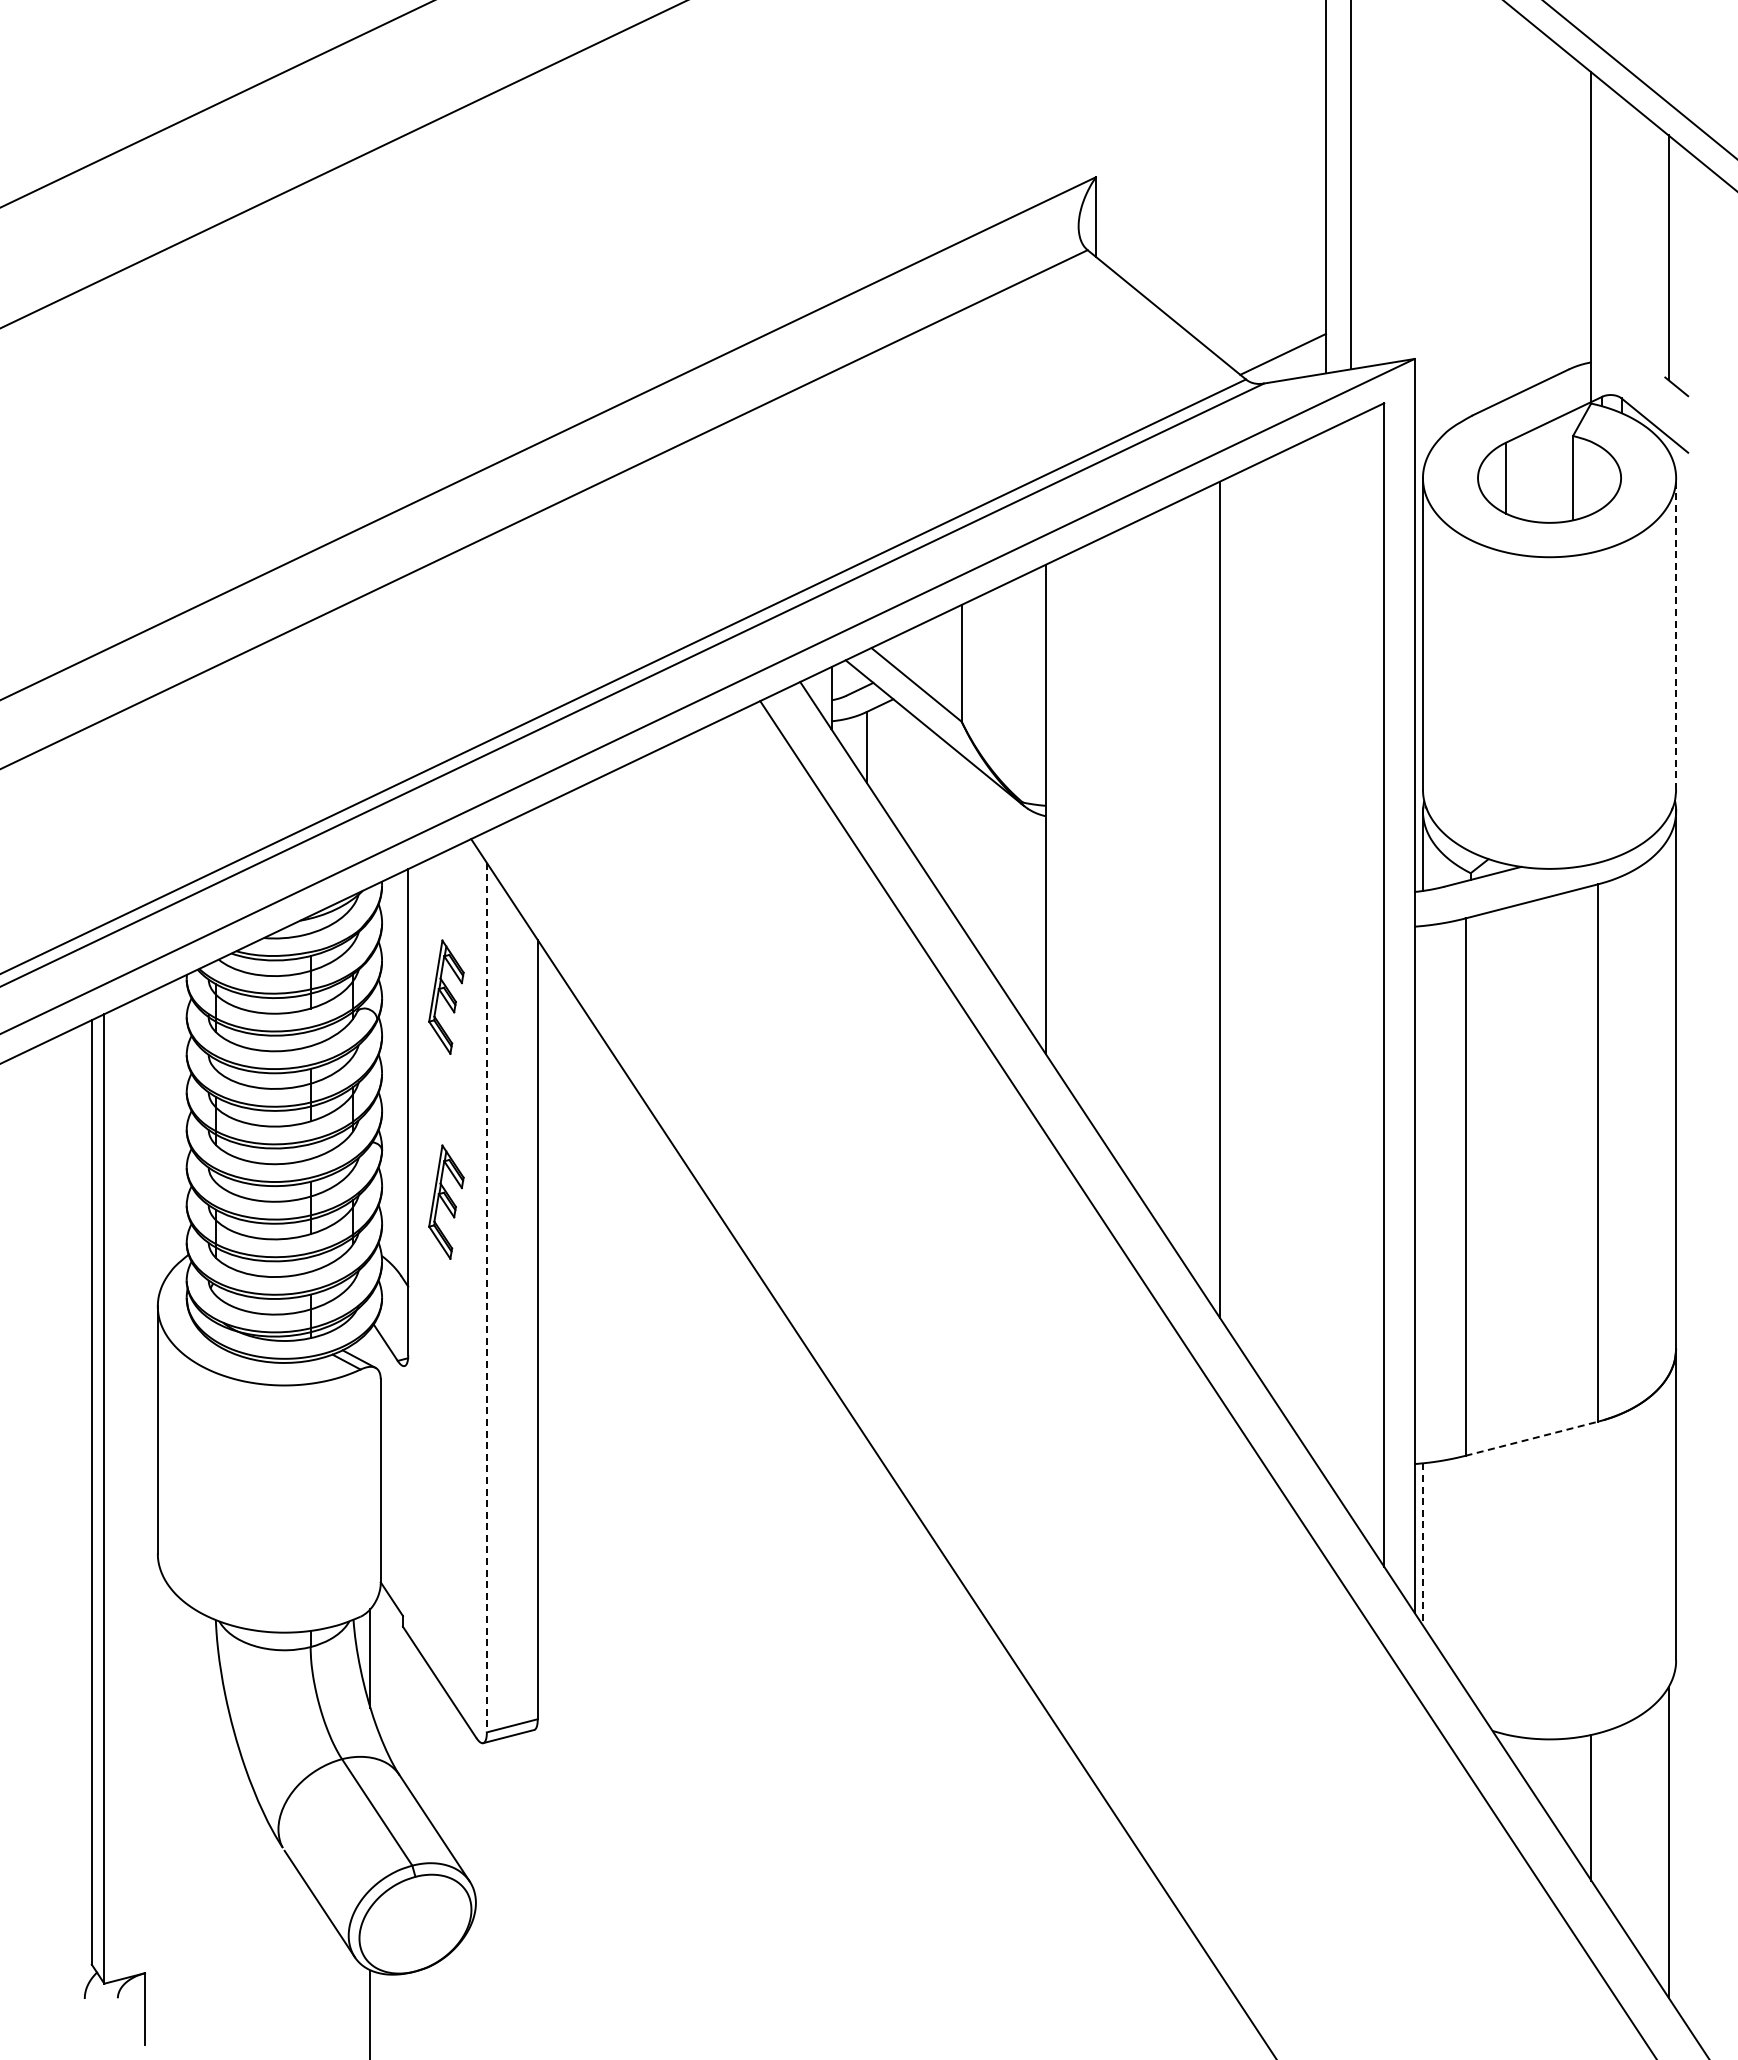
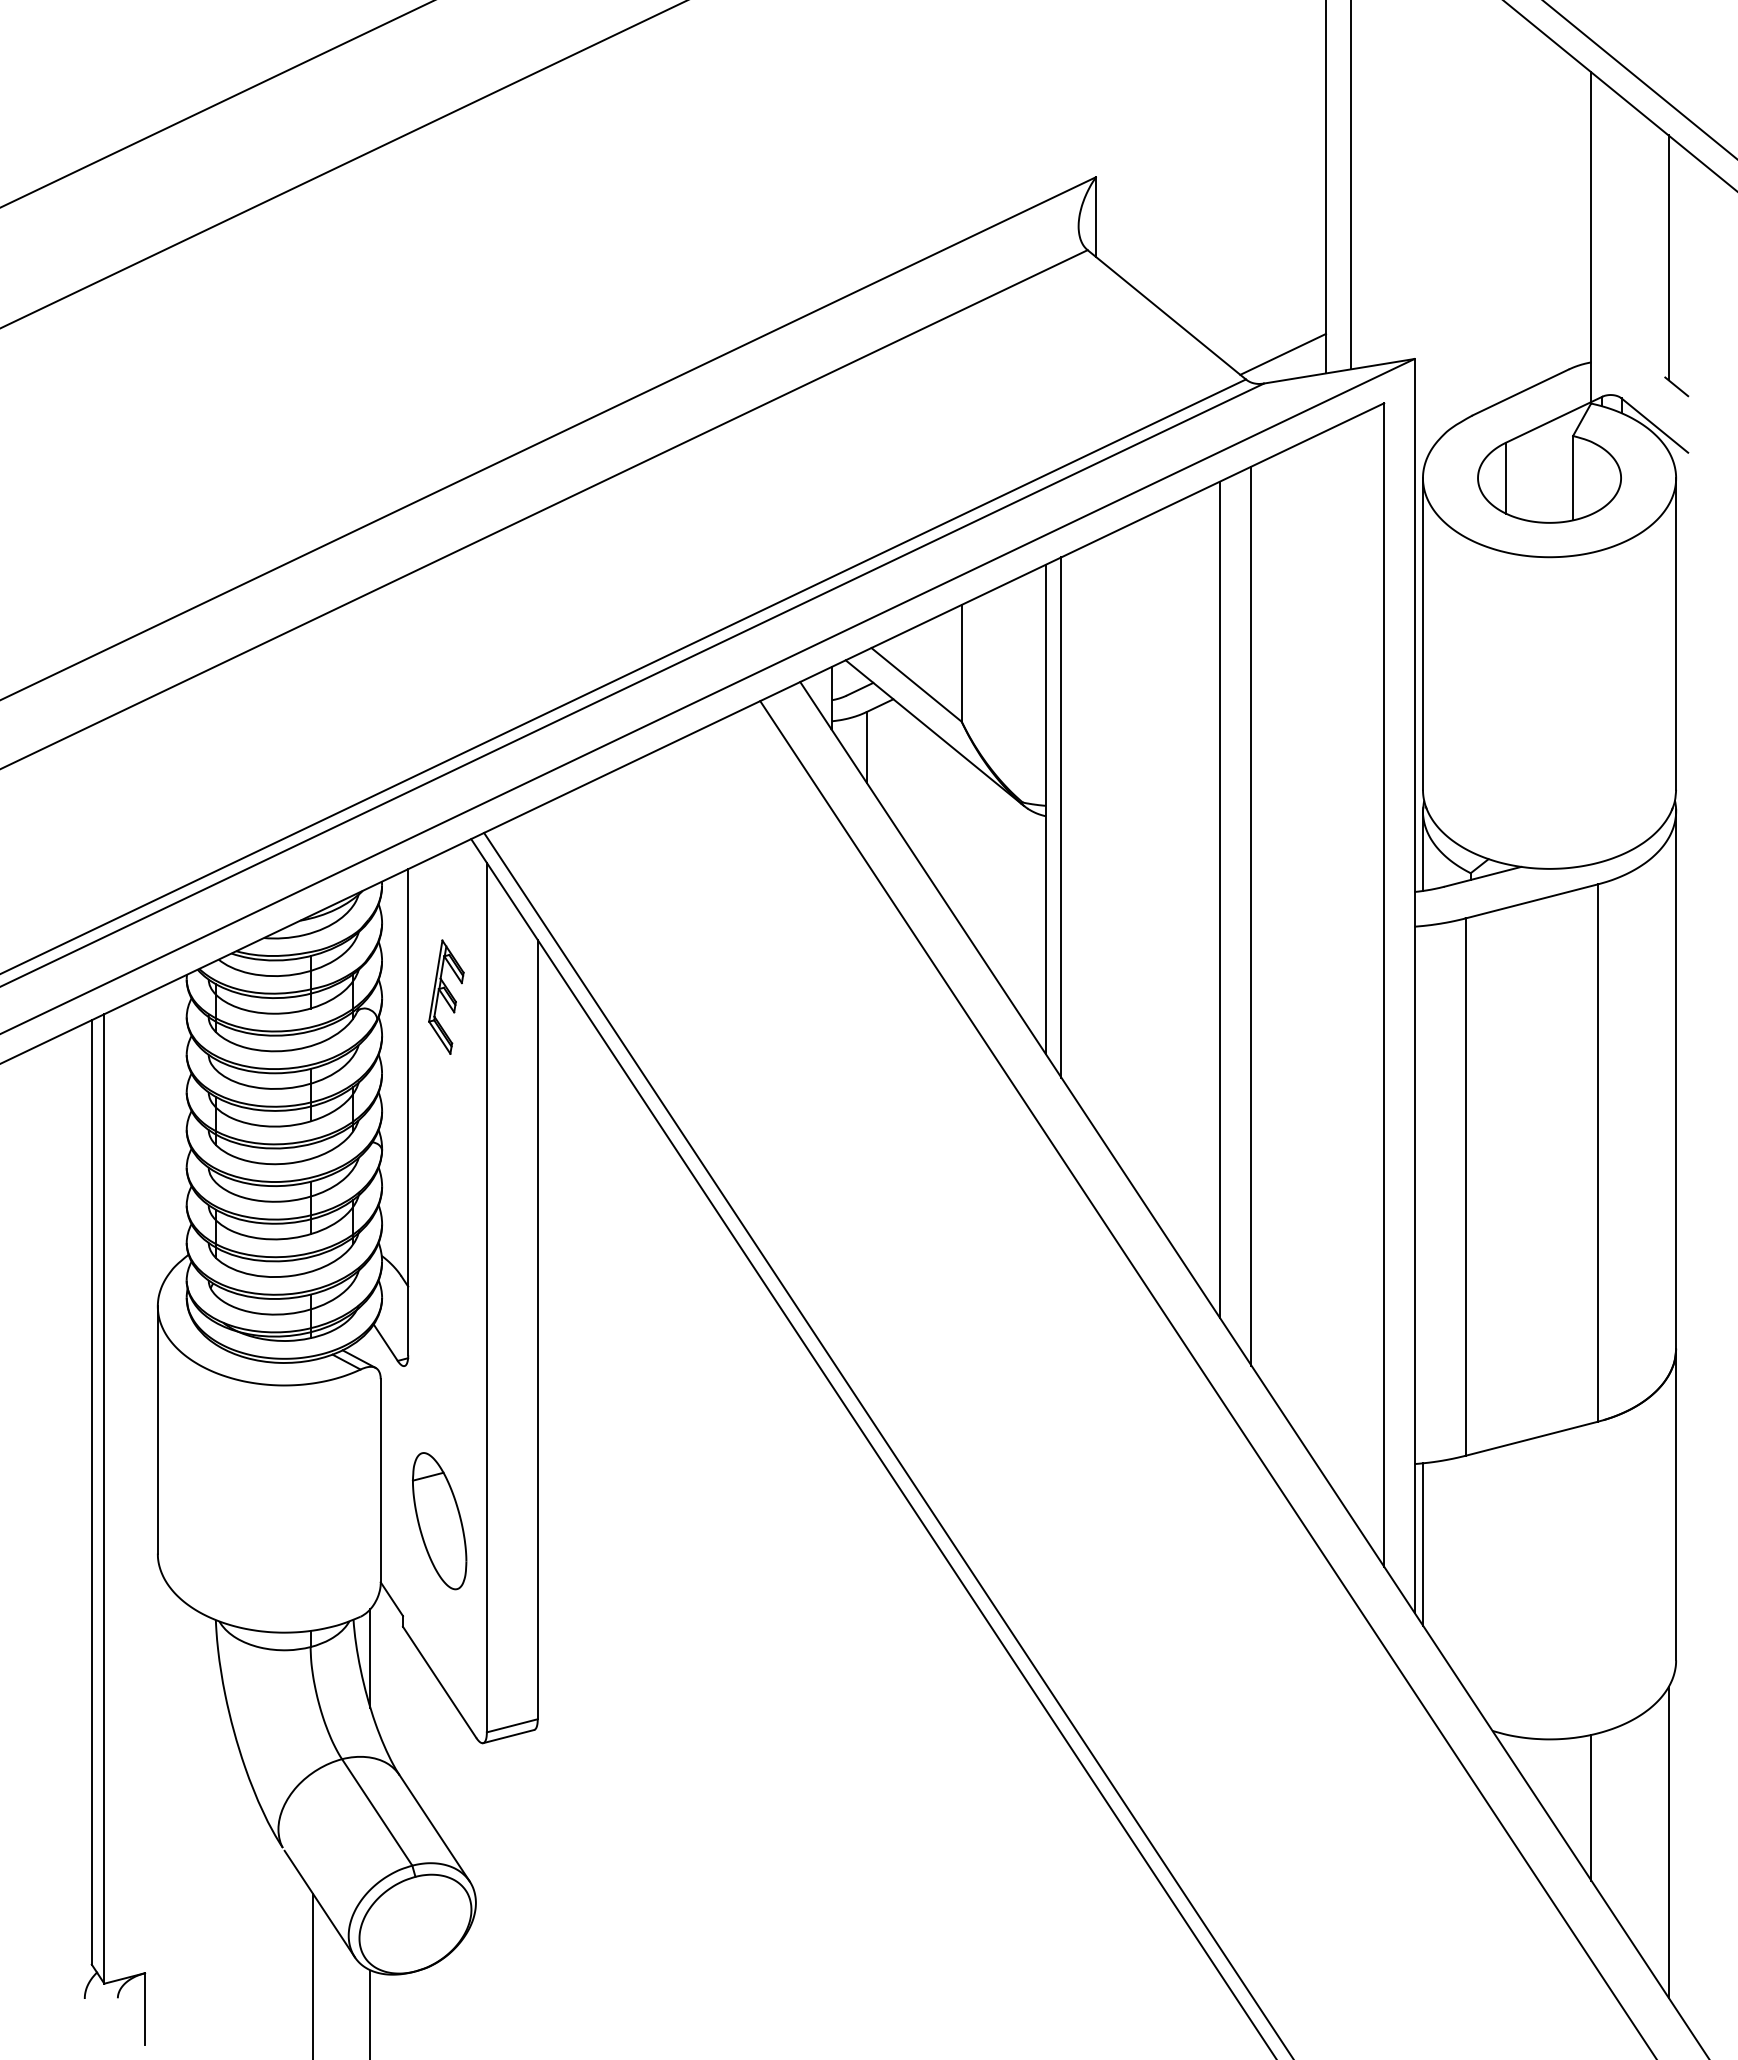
line at (1676, 634): dashed -> solid
line at (1061, 817): none -> present
line at (1251, 915): none -> present
part at (446, 1201): present -> none
line at (486, 1297): dashed -> solid
line at (1532, 1438): dashed -> solid
line at (887, 1444): none -> present
part at (439, 1521): none -> present
line at (1422, 1544): dashed -> solid
line at (313, 1974): none -> present
